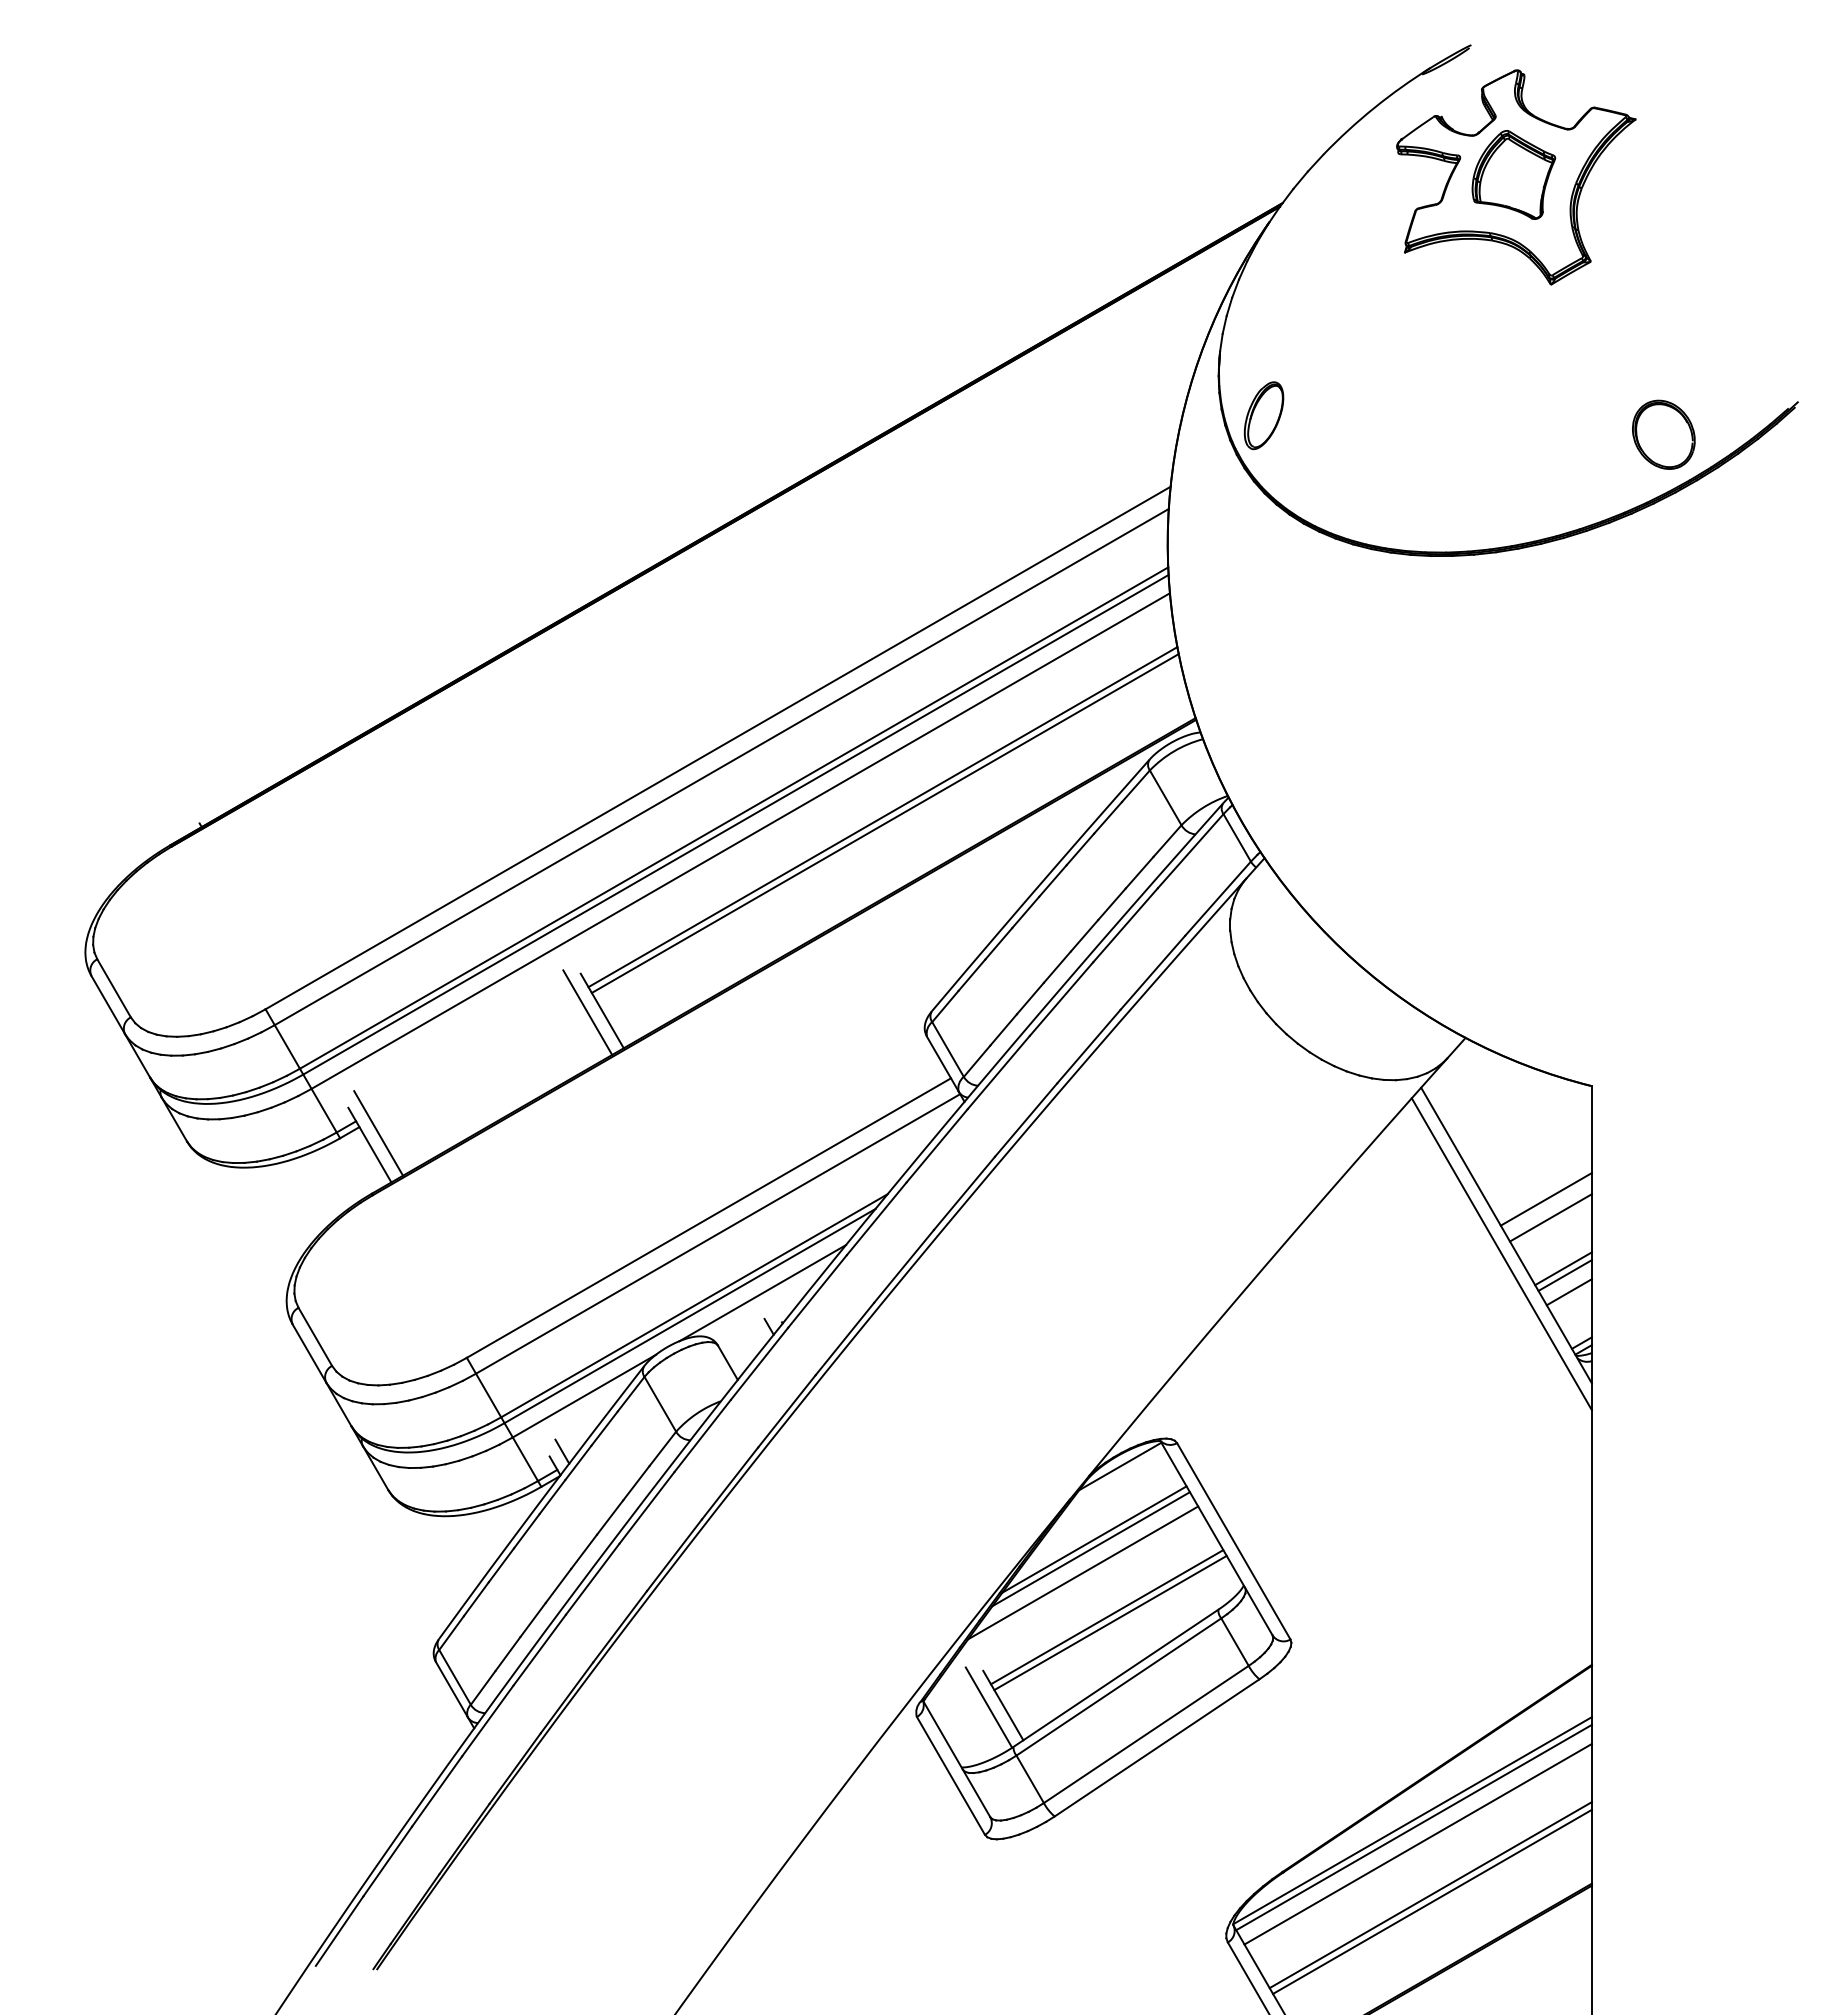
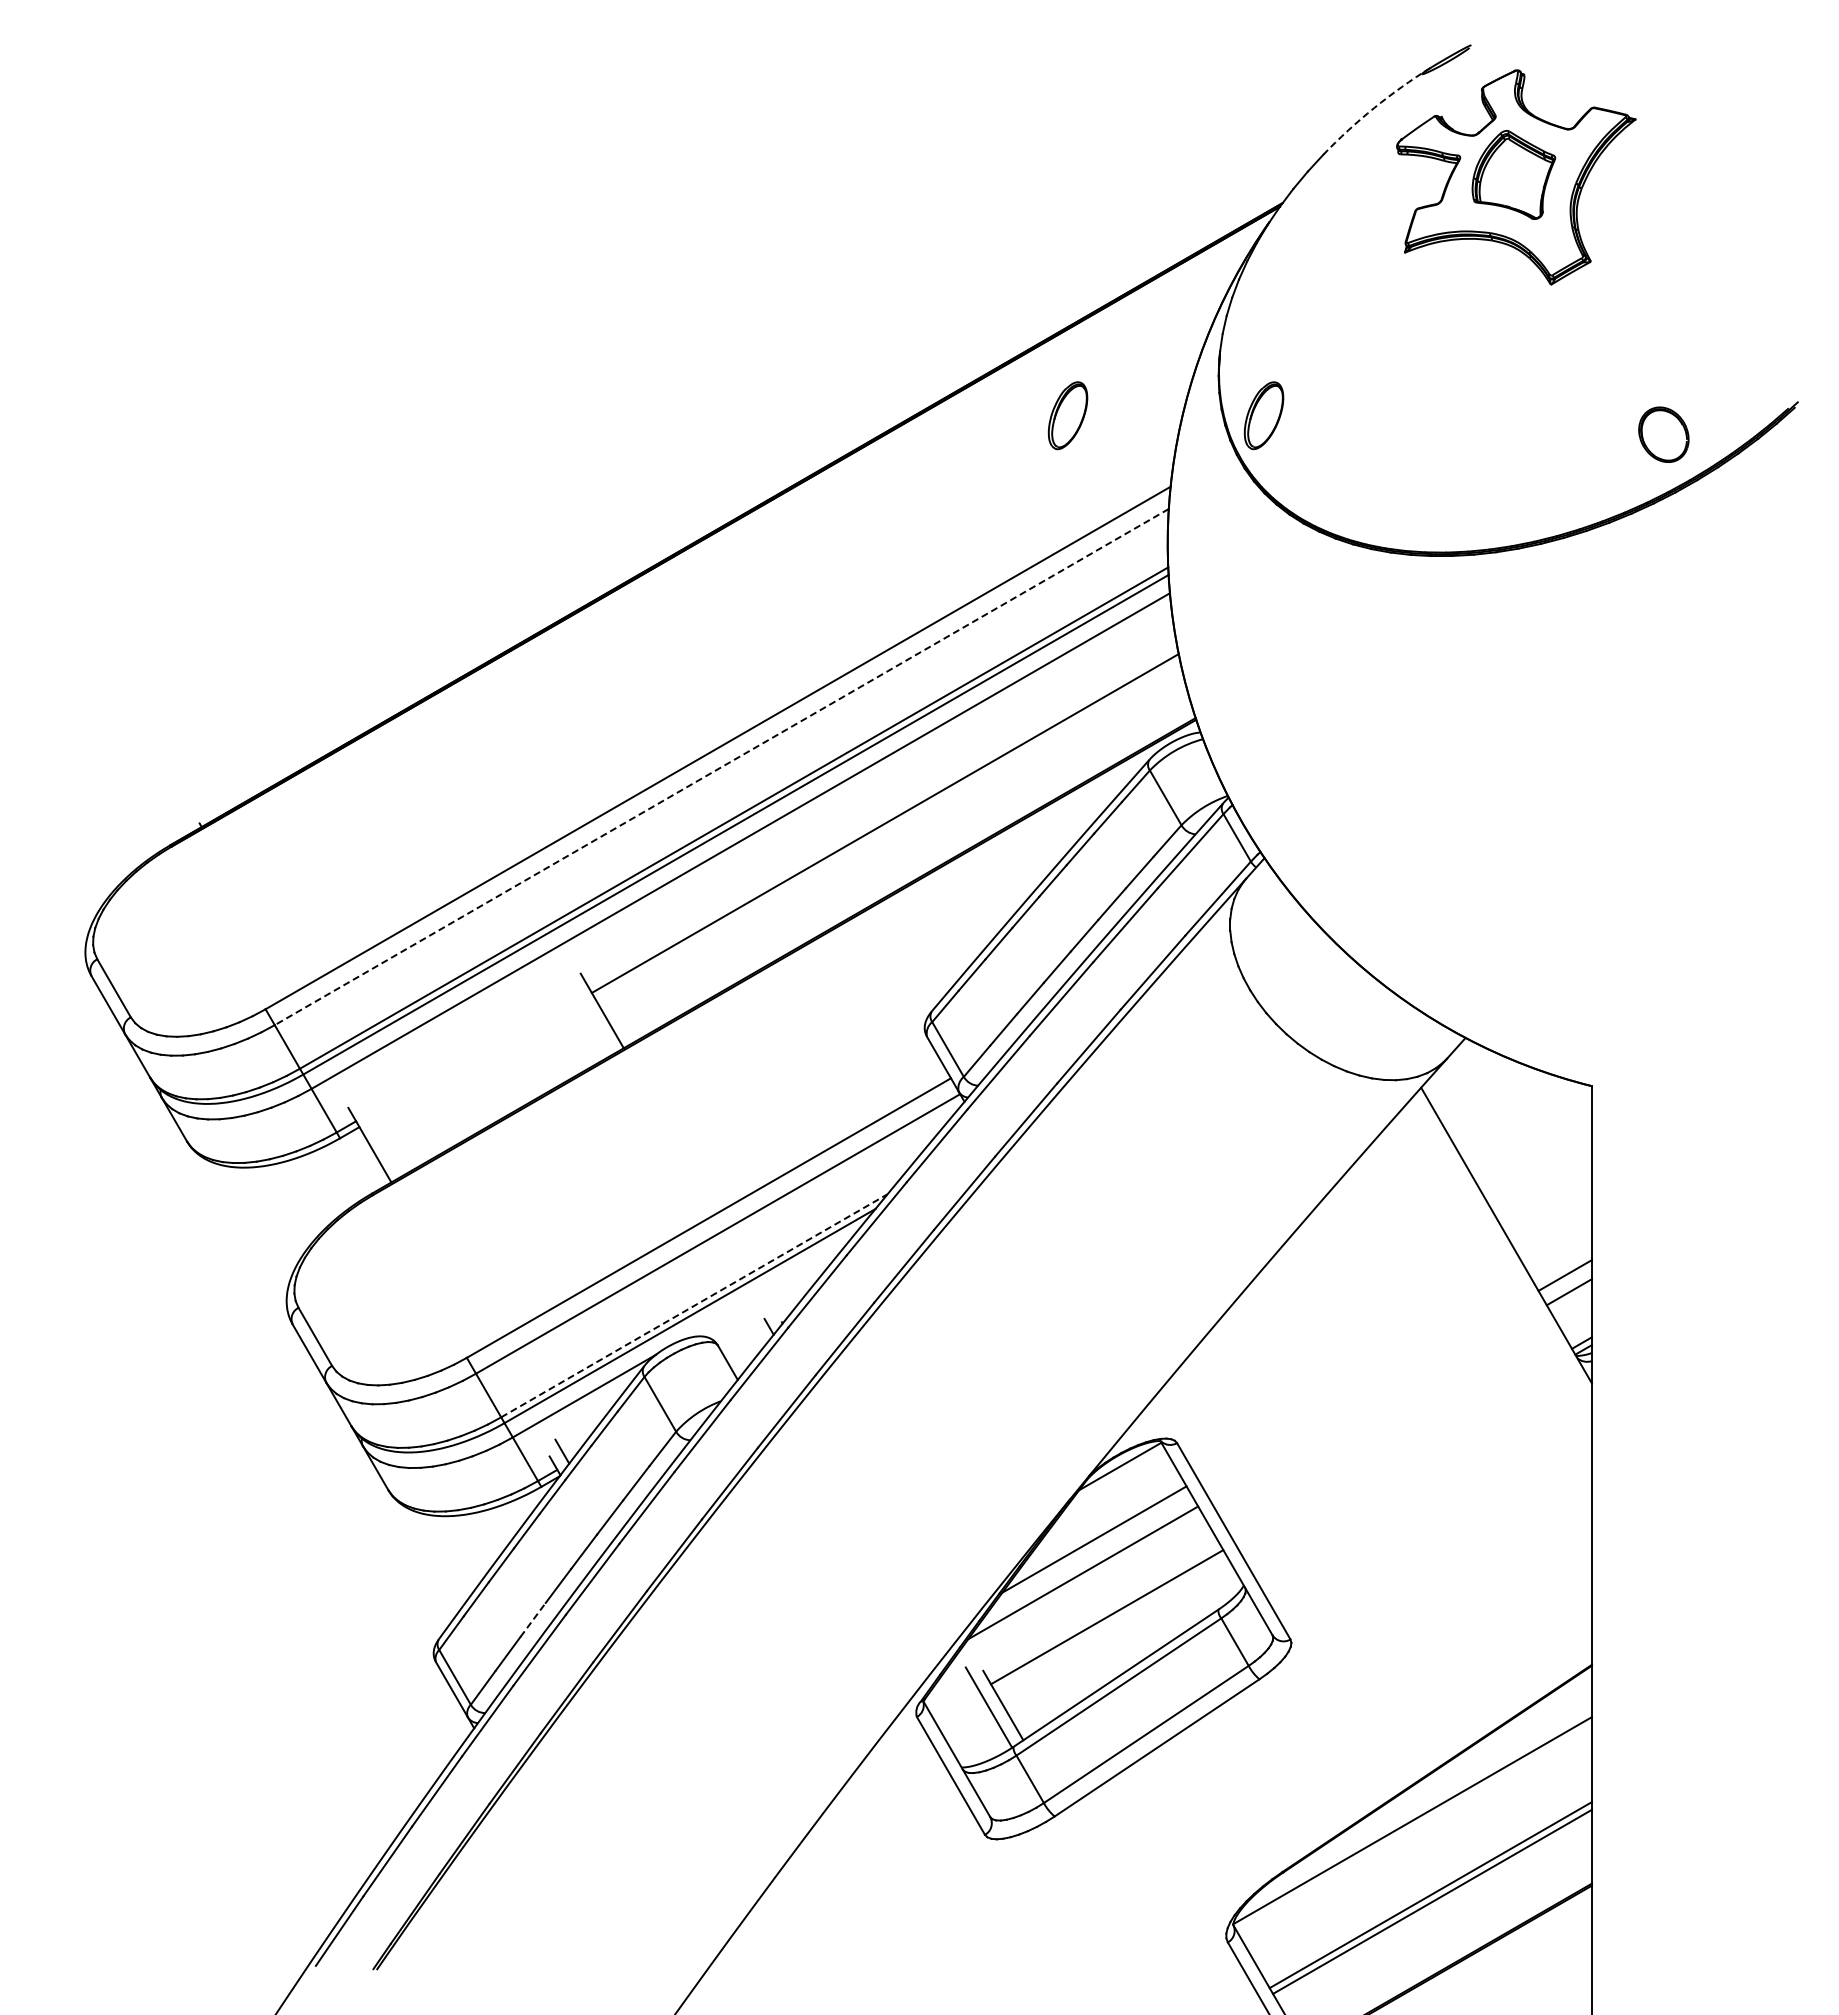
arc at (1374, 107): solid -> dashed
part at (1067, 415): none -> present
part at (1663, 434) size: 64x71 px -> 52x57 px
line at (721, 767): solid -> dashed
line at (882, 817): present -> none
line at (587, 1012): present -> none
line at (378, 1133): present -> none
line at (1545, 1199): present -> none
line at (1550, 1217): present -> none
line at (1501, 1254): present -> none
line at (1563, 1268): present -> none
line at (762, 1293): present -> none
line at (694, 1305): solid -> dashed
line at (1090, 1549): present -> none
line at (533, 1619): solid -> dashed
line at (1110, 1622): present -> none
line at (1413, 1827): present -> none
line at (1417, 1843): present -> none
